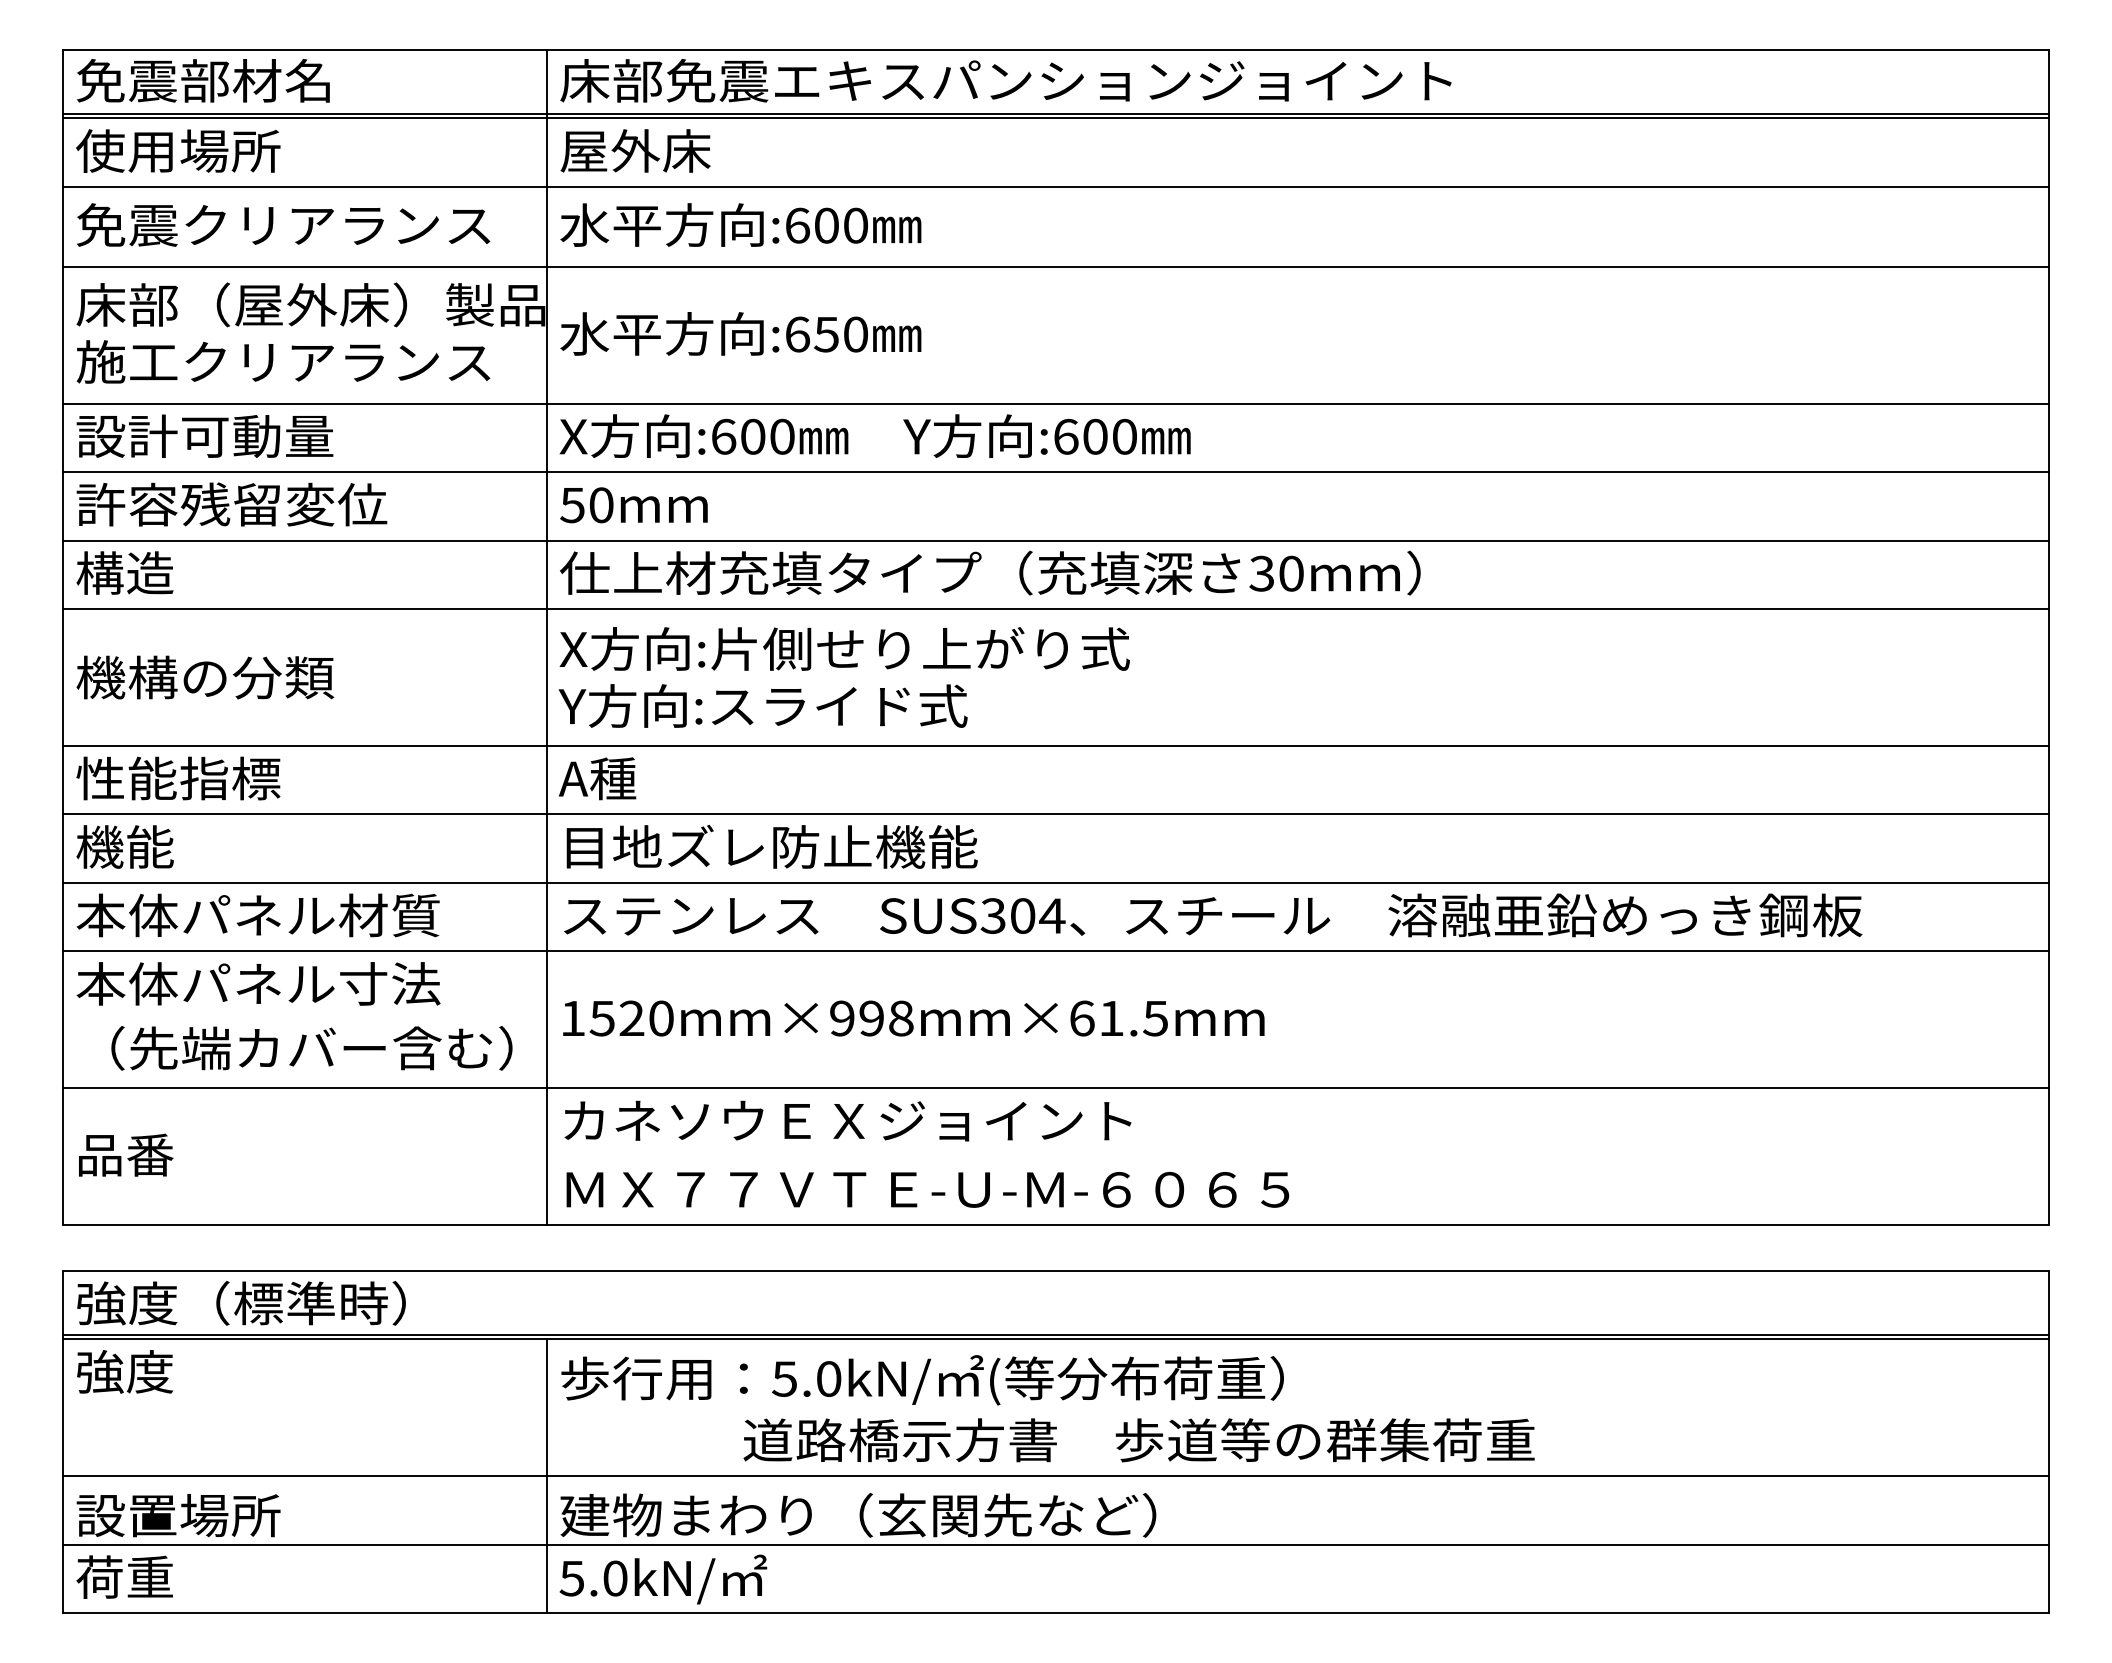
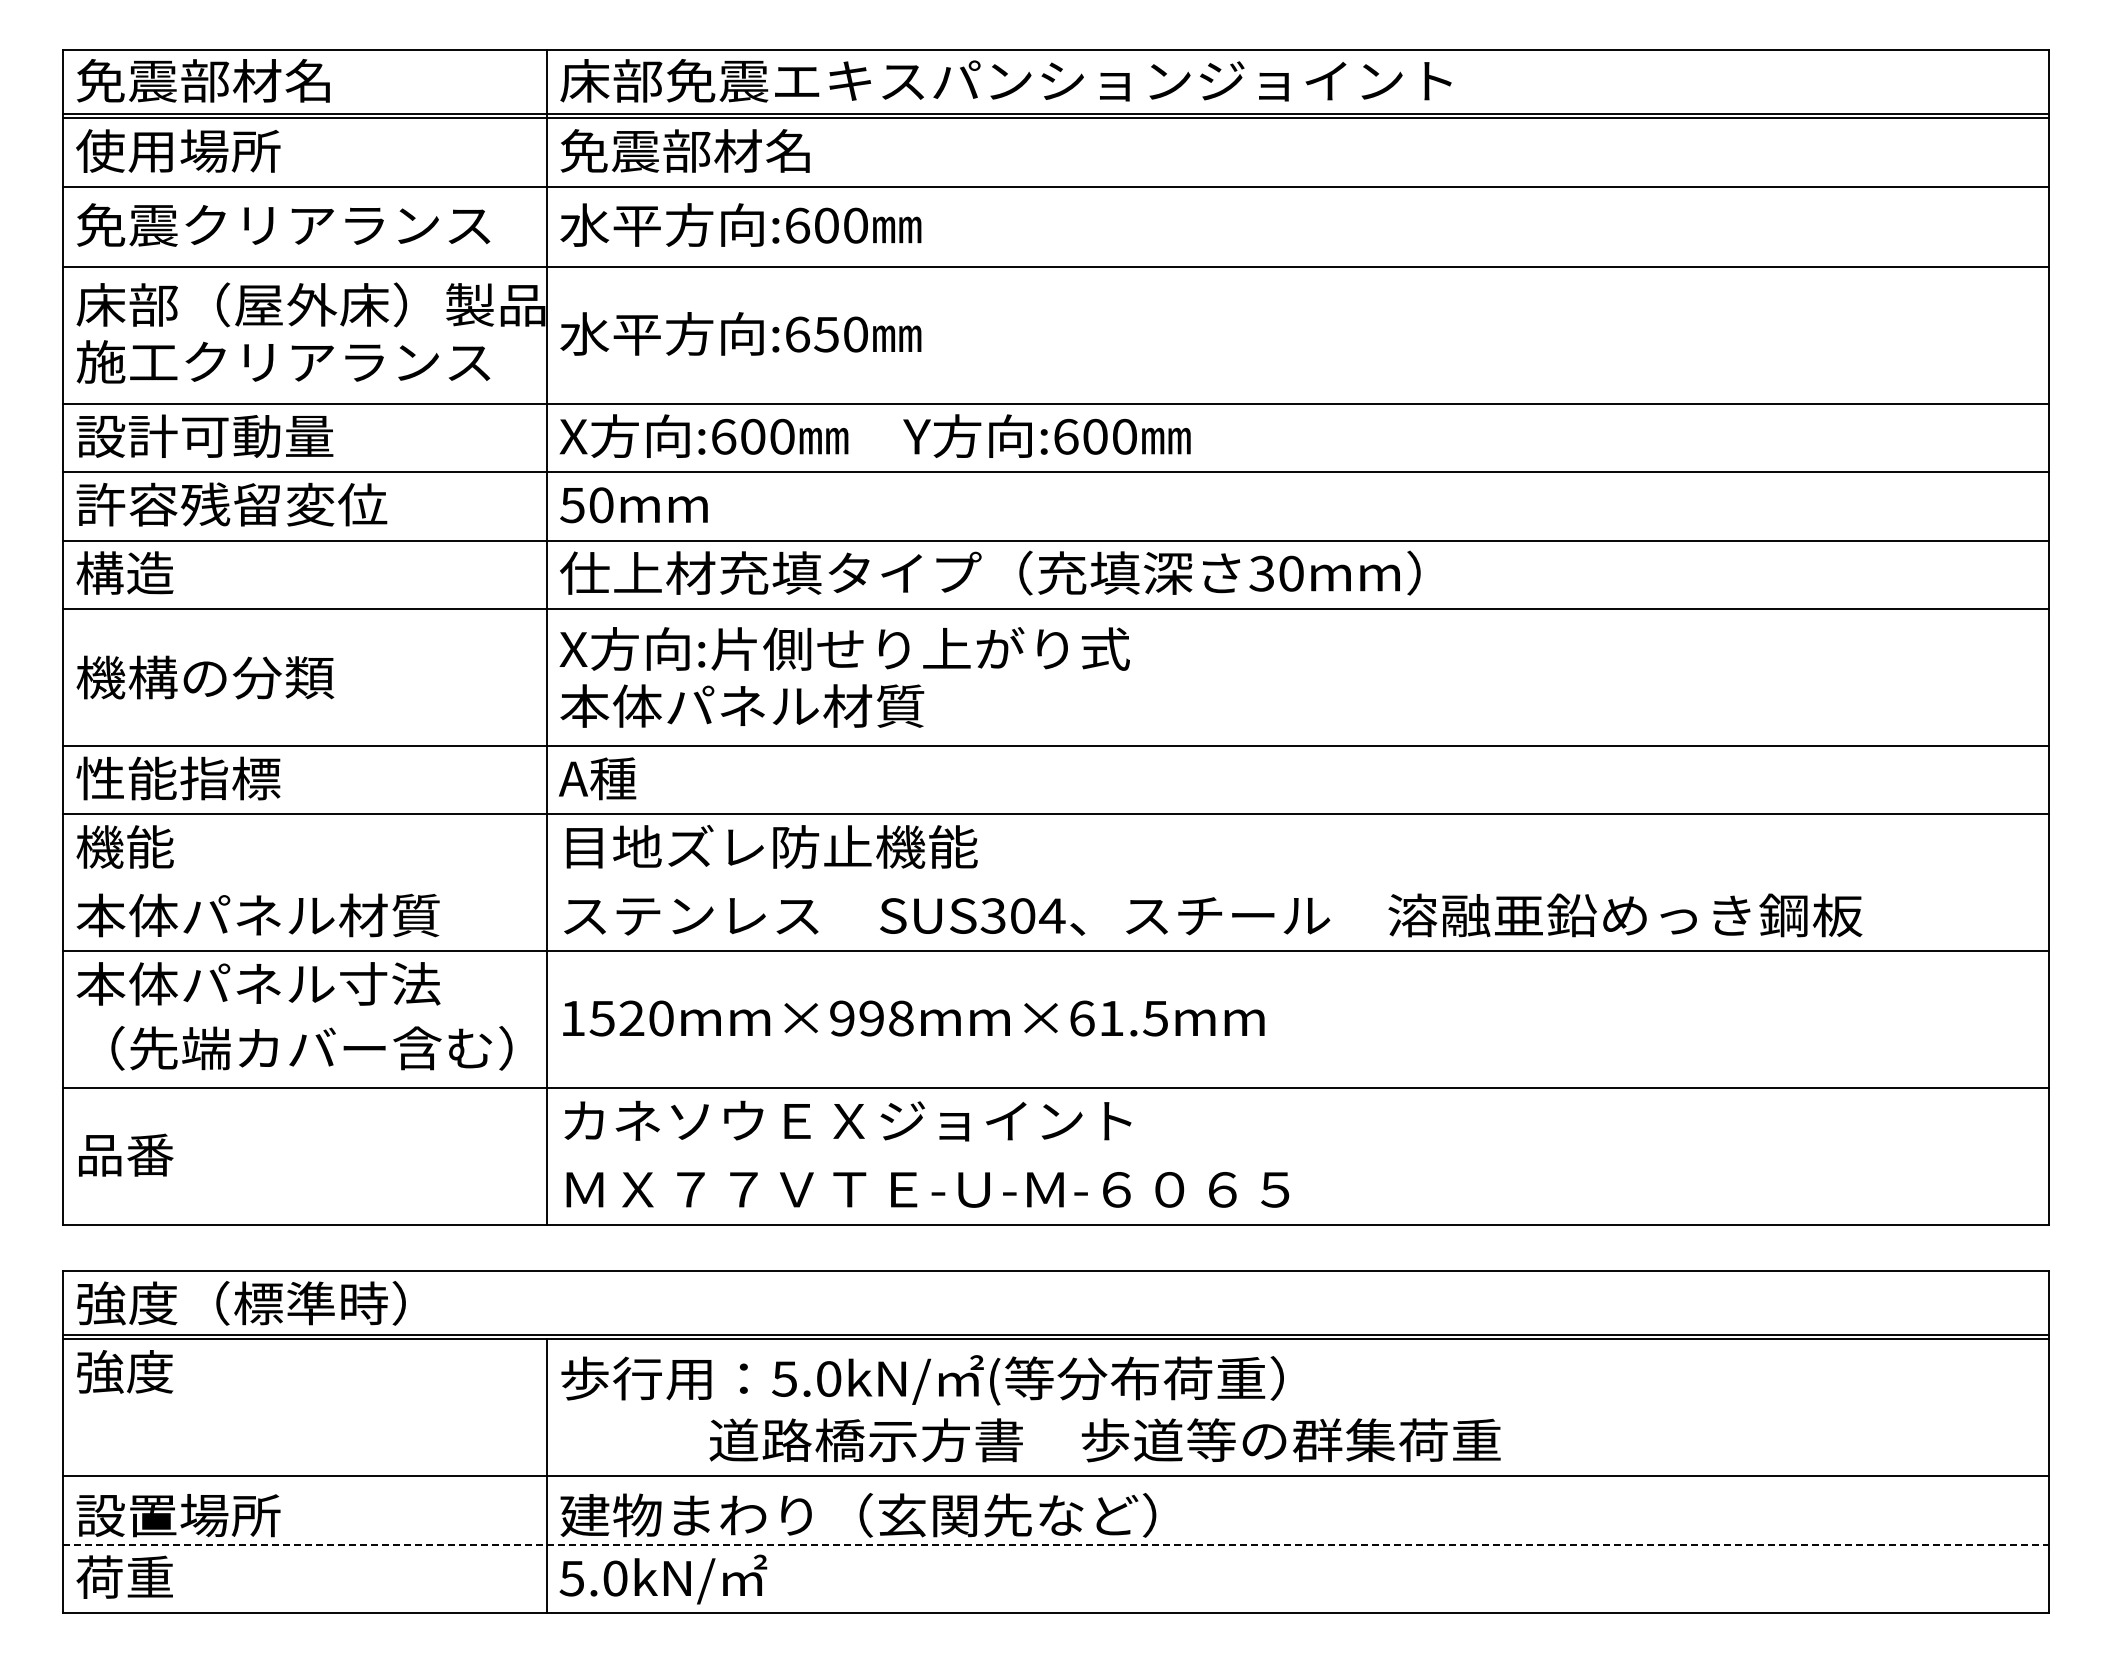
text at (684, 150): 屋外床 -> 免震部材名
text at (762, 705): Y方向:スライド式 -> 本体パネル材質
line at (1055, 882): present -> none
text at (1138, 1440) position: (1138, 1440) -> (1104, 1440)
line at (1055, 1544): solid -> dashed
